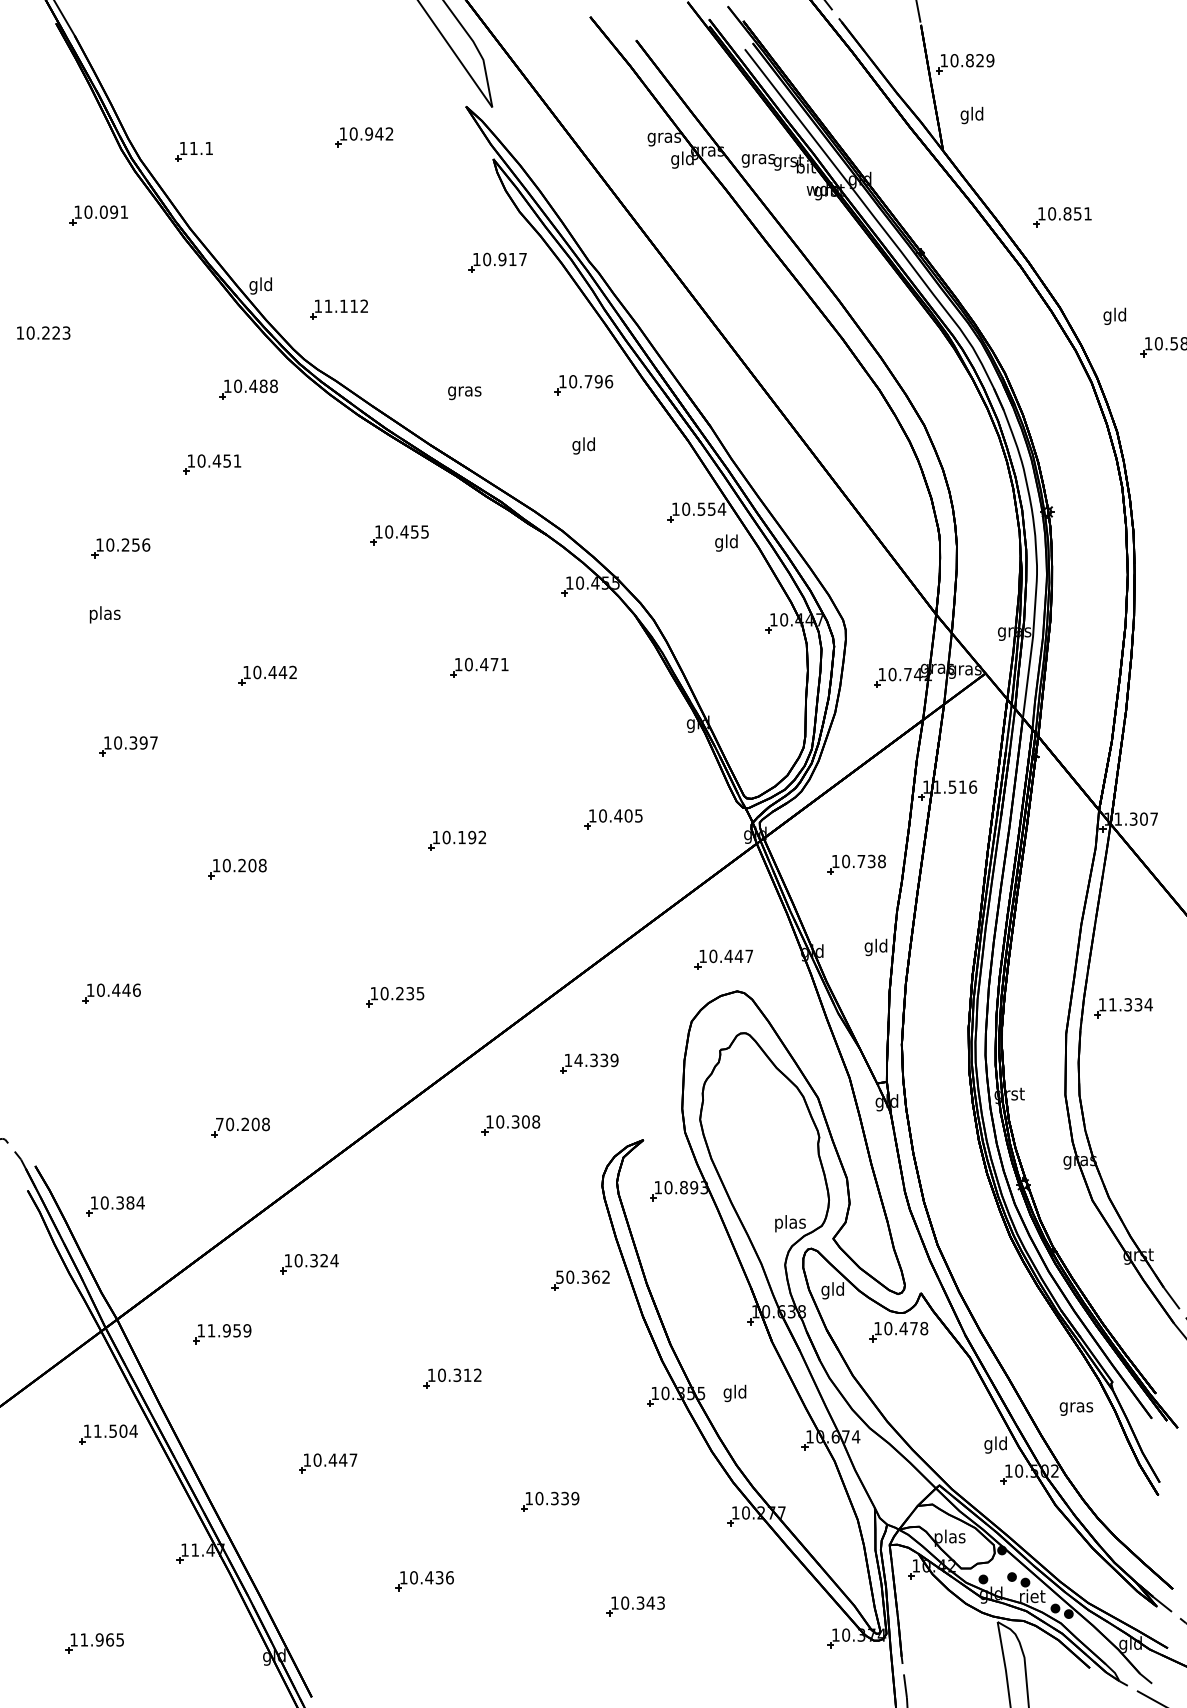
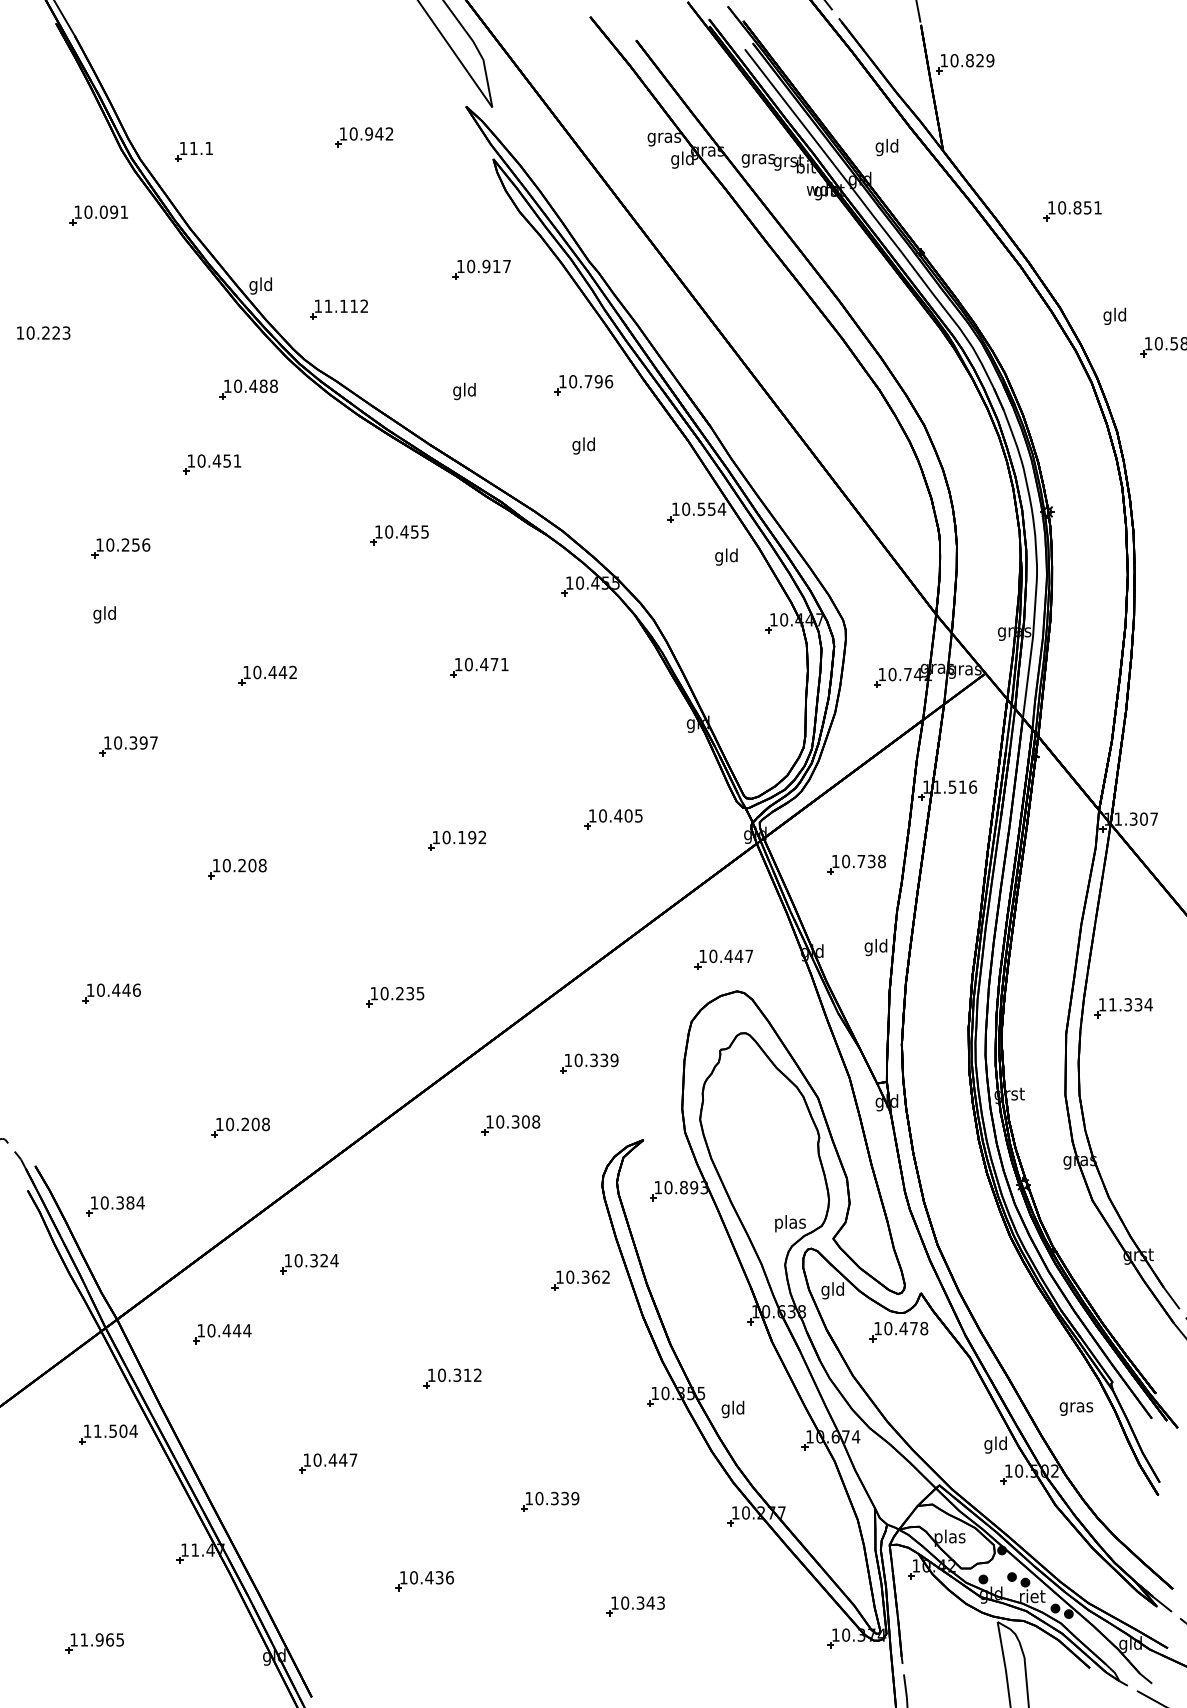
text at (971, 115) position: (971, 115) -> (886, 147)
part at (1062, 217) position: (1062, 217) -> (1072, 211)
part at (497, 262) position: (497, 262) -> (481, 269)
text at (464, 391): gras -> gld
text at (726, 542) position: (726, 542) -> (726, 556)
text at (104, 614): plas -> gld
text at (578, 1060): 14.339 -> 10.339
text at (219, 1124): 70.208 -> 10.208
text at (559, 1276): 50.362 -> 10.362
text at (229, 1330): 11.959 -> 10.444
text at (734, 1393) position: (734, 1393) -> (732, 1409)
